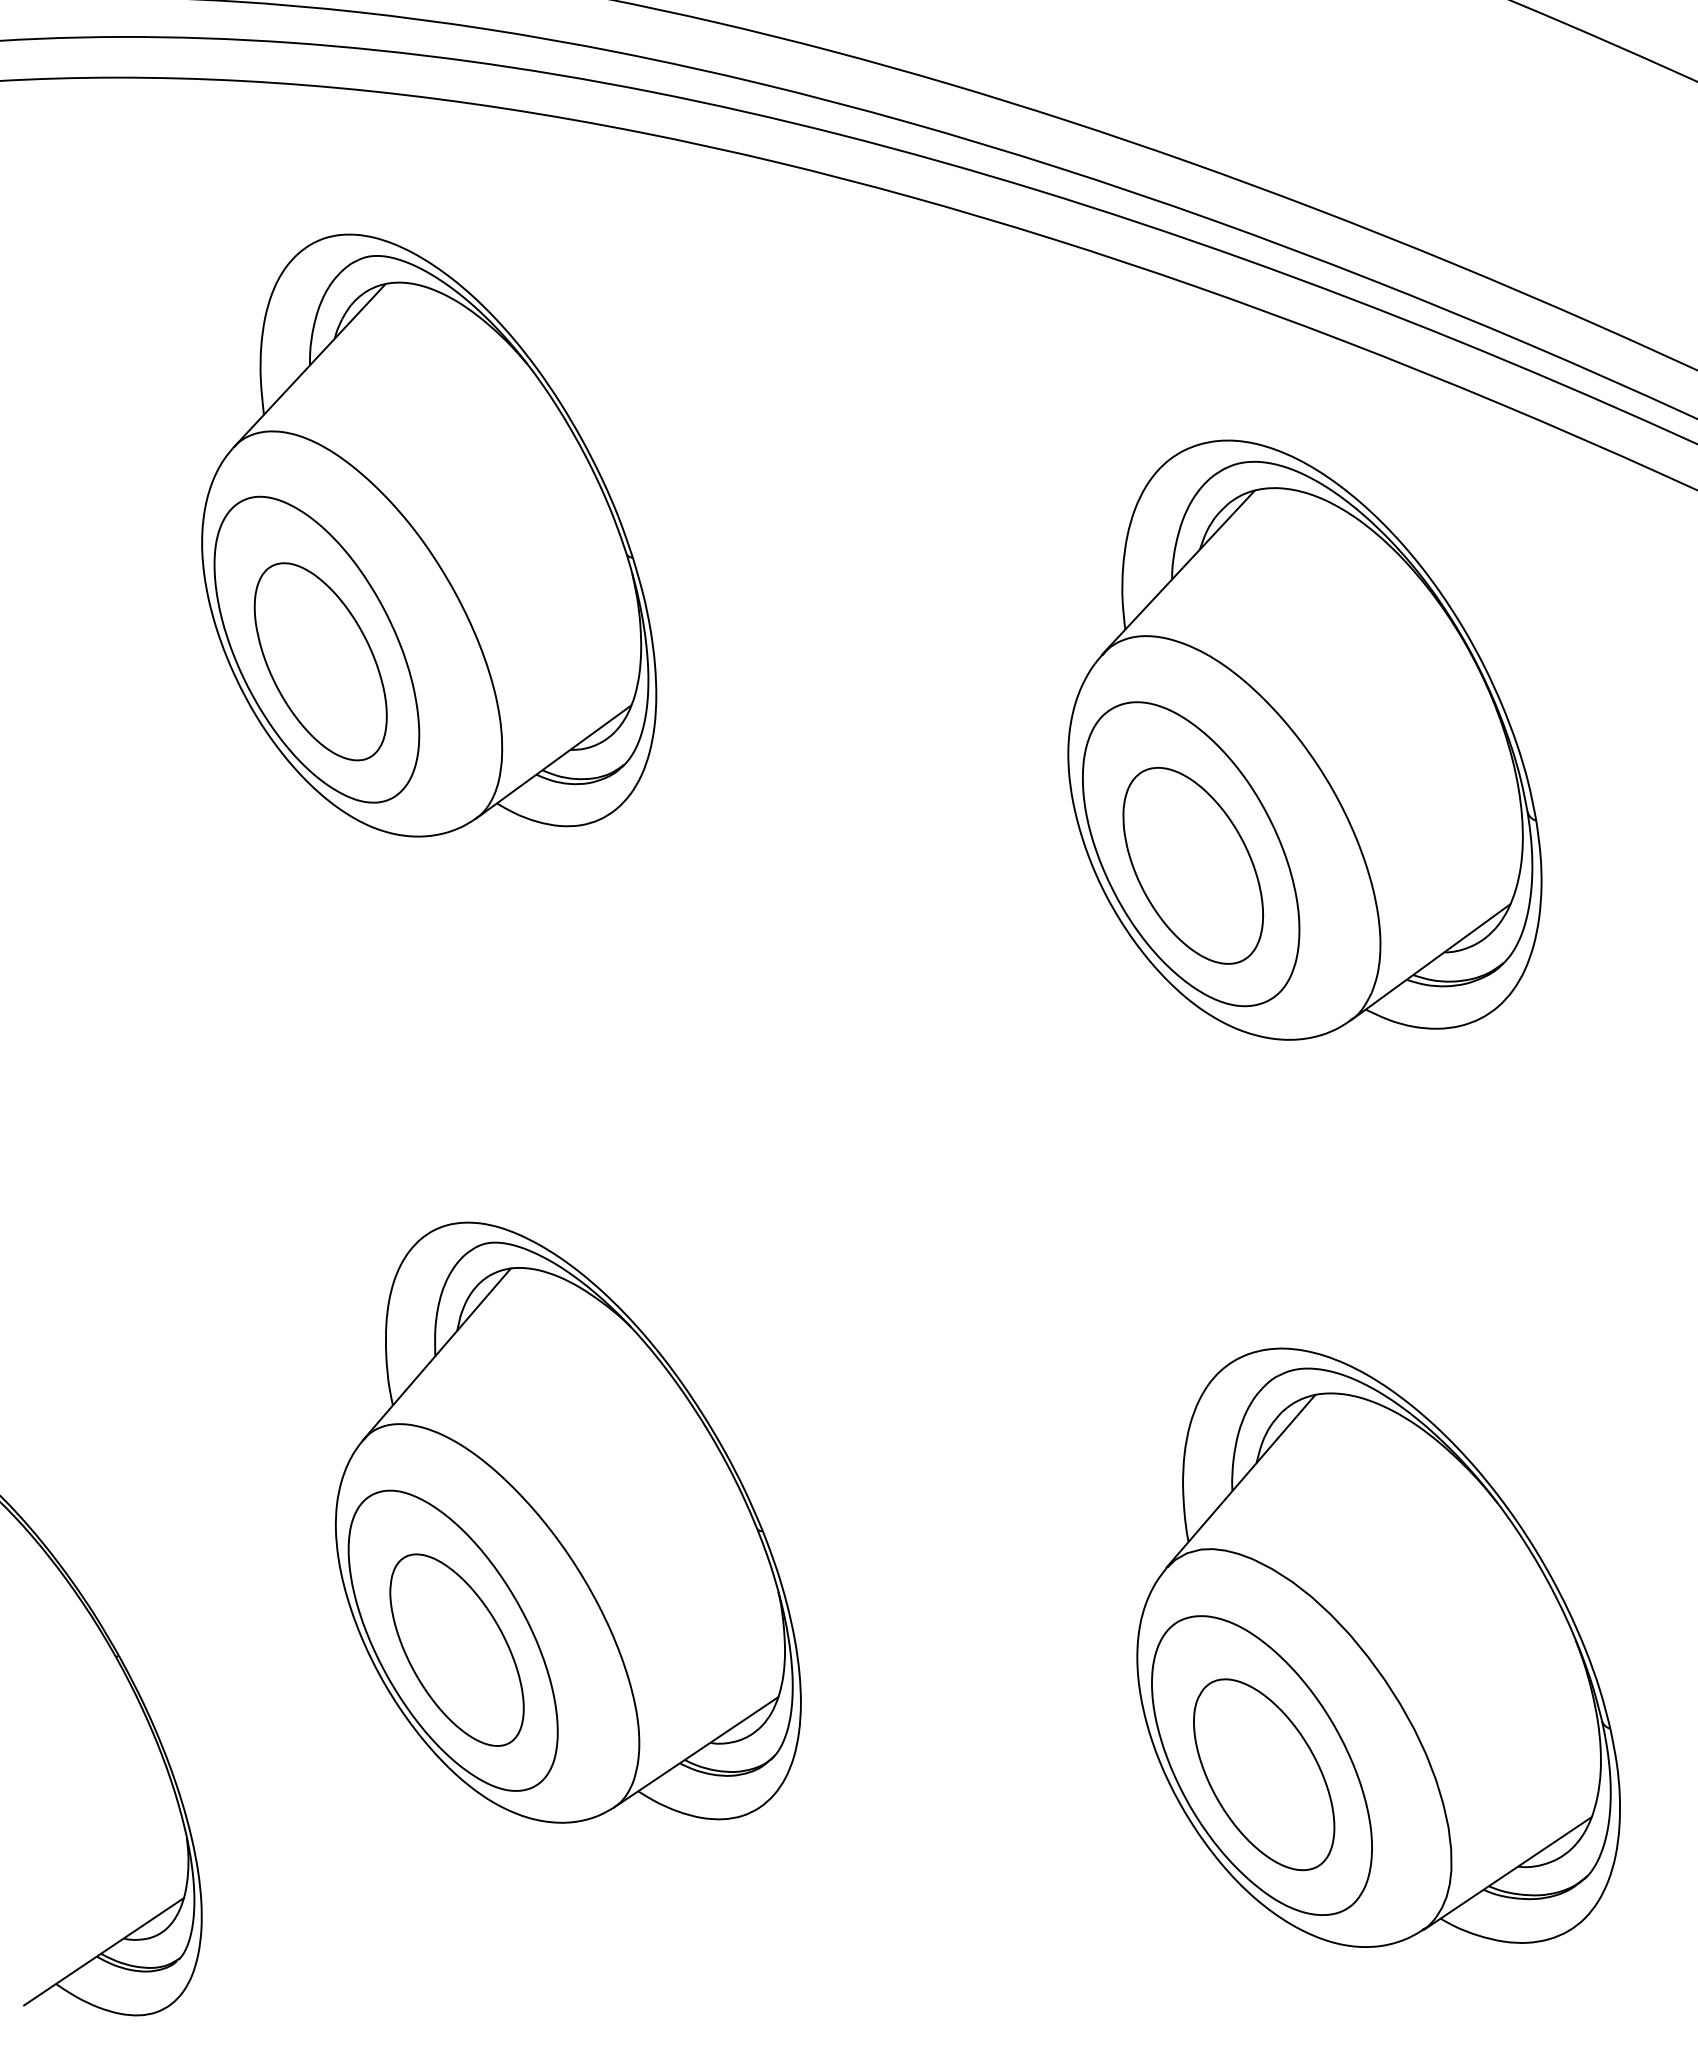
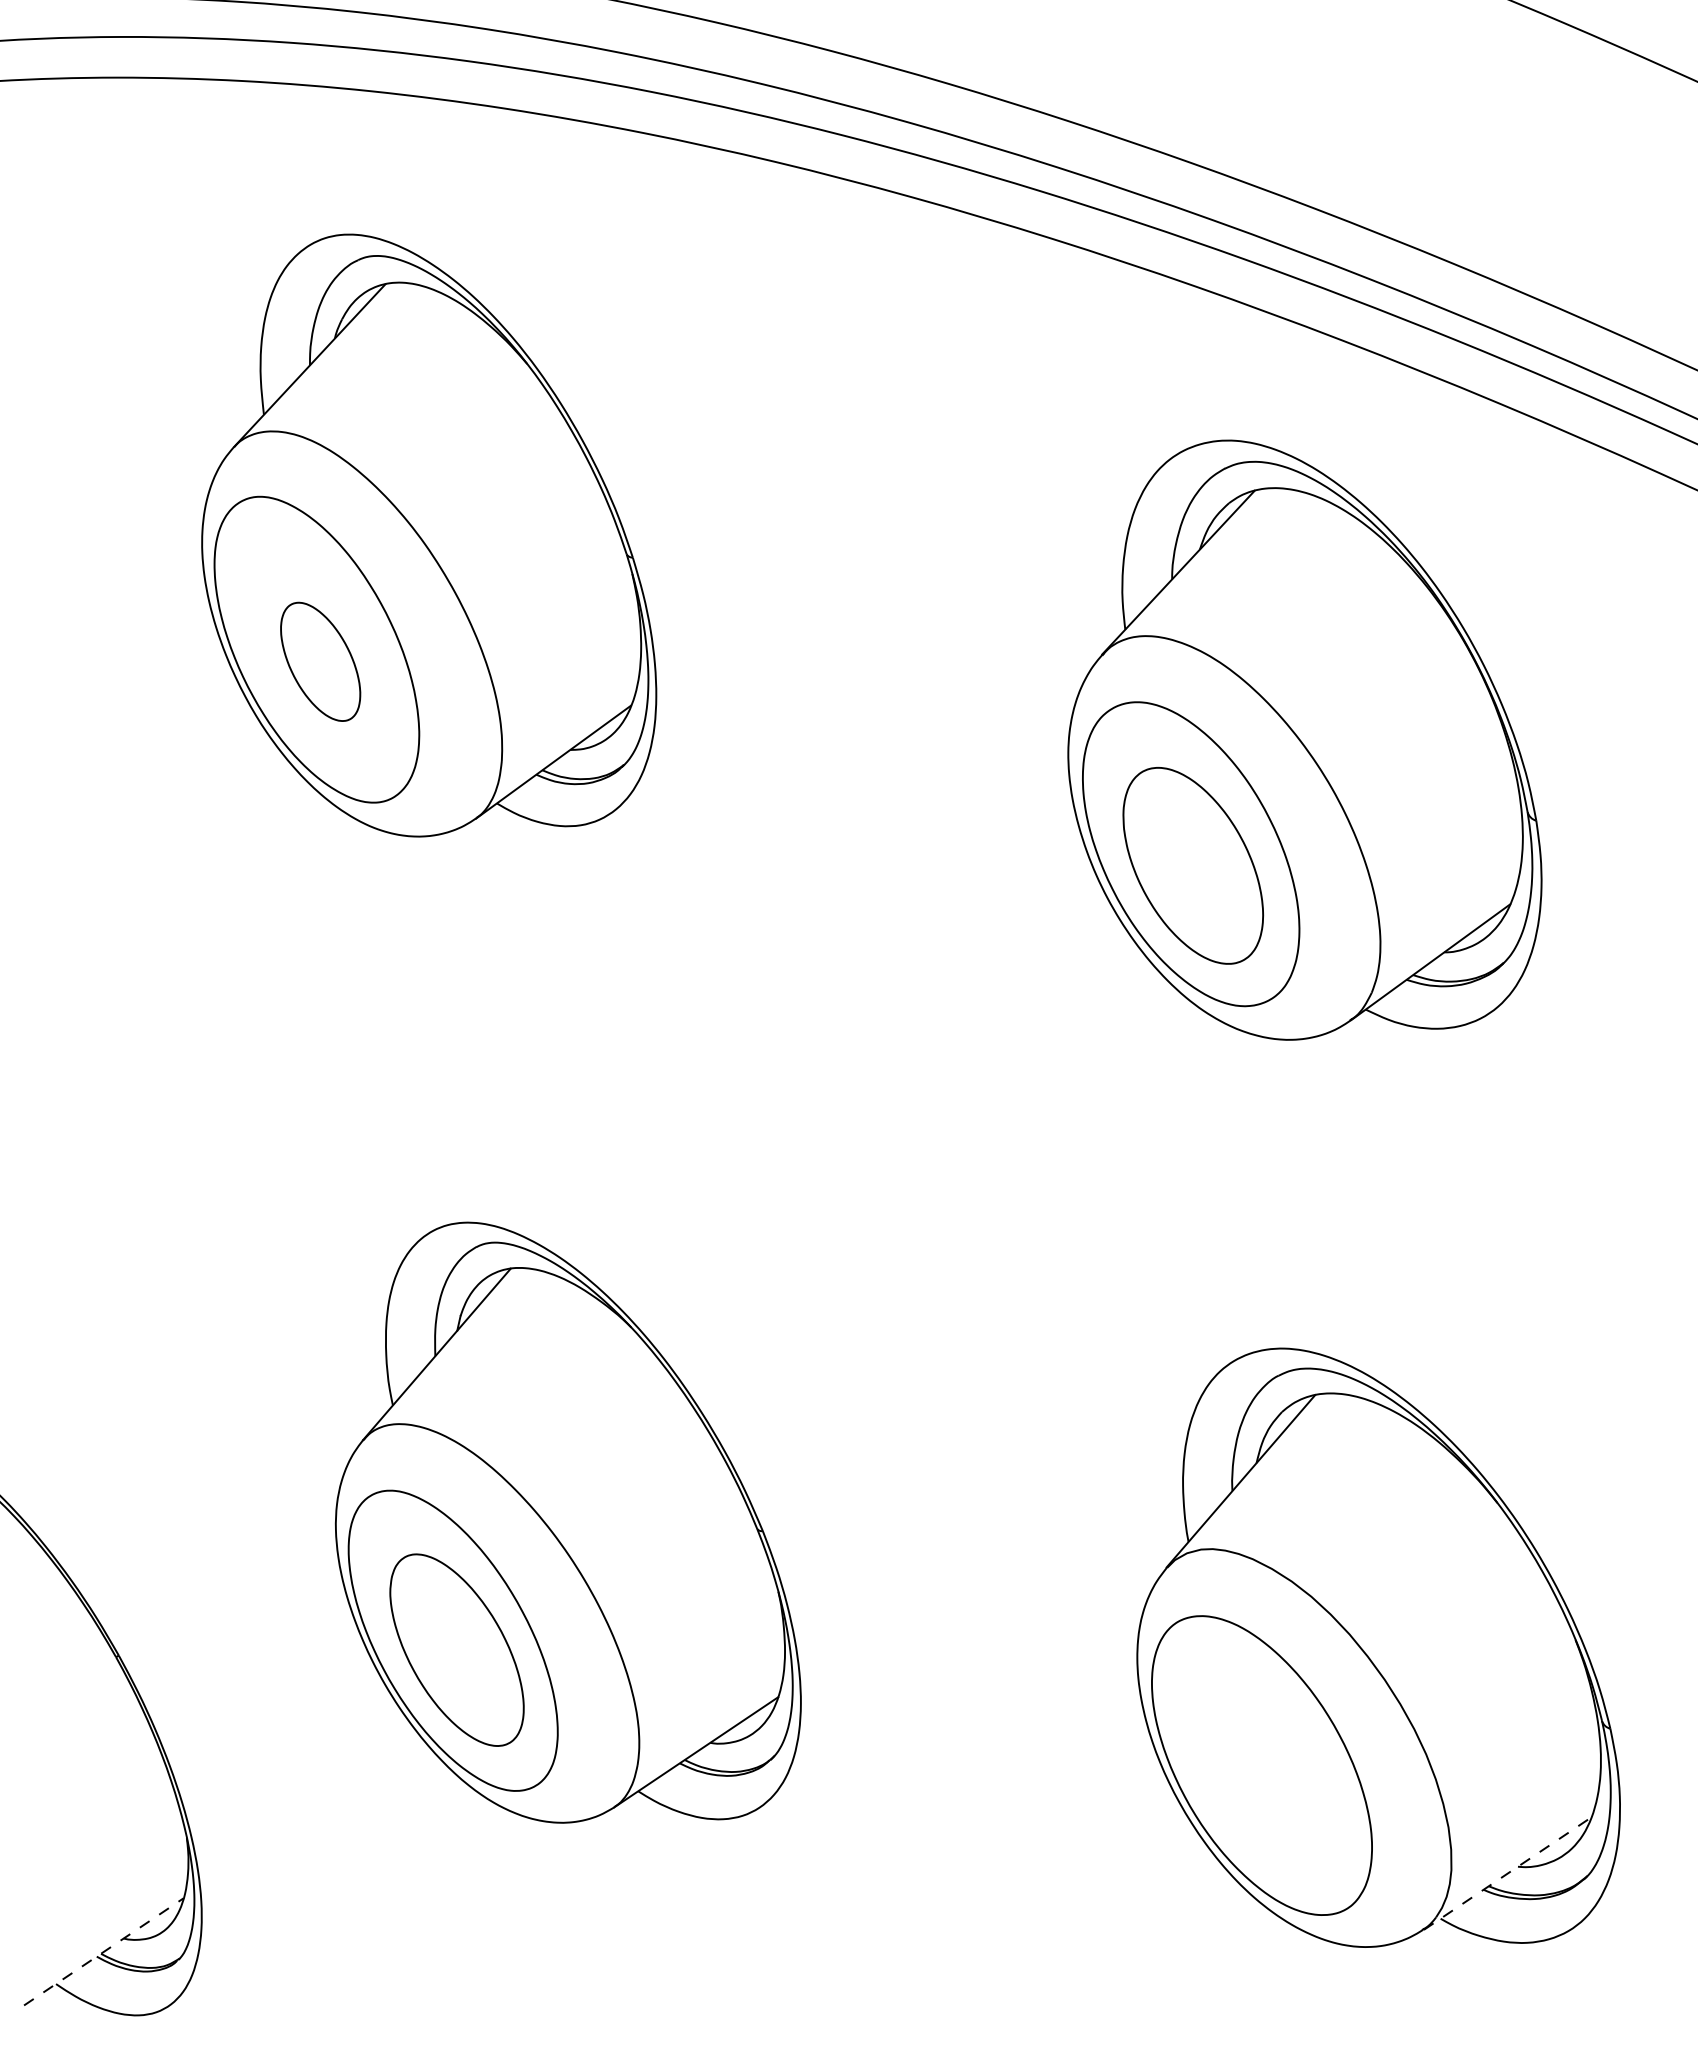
part at (320, 661) size: 135x200 px -> 82x121 px
part at (1264, 1774): present -> none
line at (1508, 1873): solid -> dashed
line at (104, 1951): solid -> dashed
